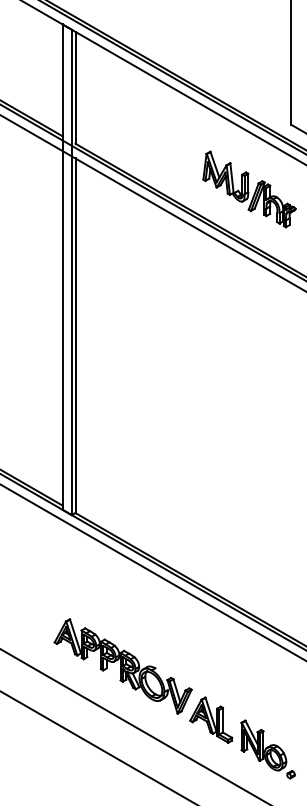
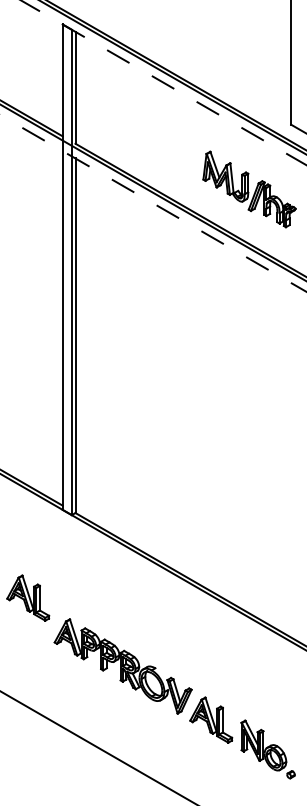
line at (163, 82): solid -> dashed
line at (153, 203): solid -> dashed
line at (152, 572): present -> none
part at (28, 597): none -> present
line at (134, 726): present -> none
